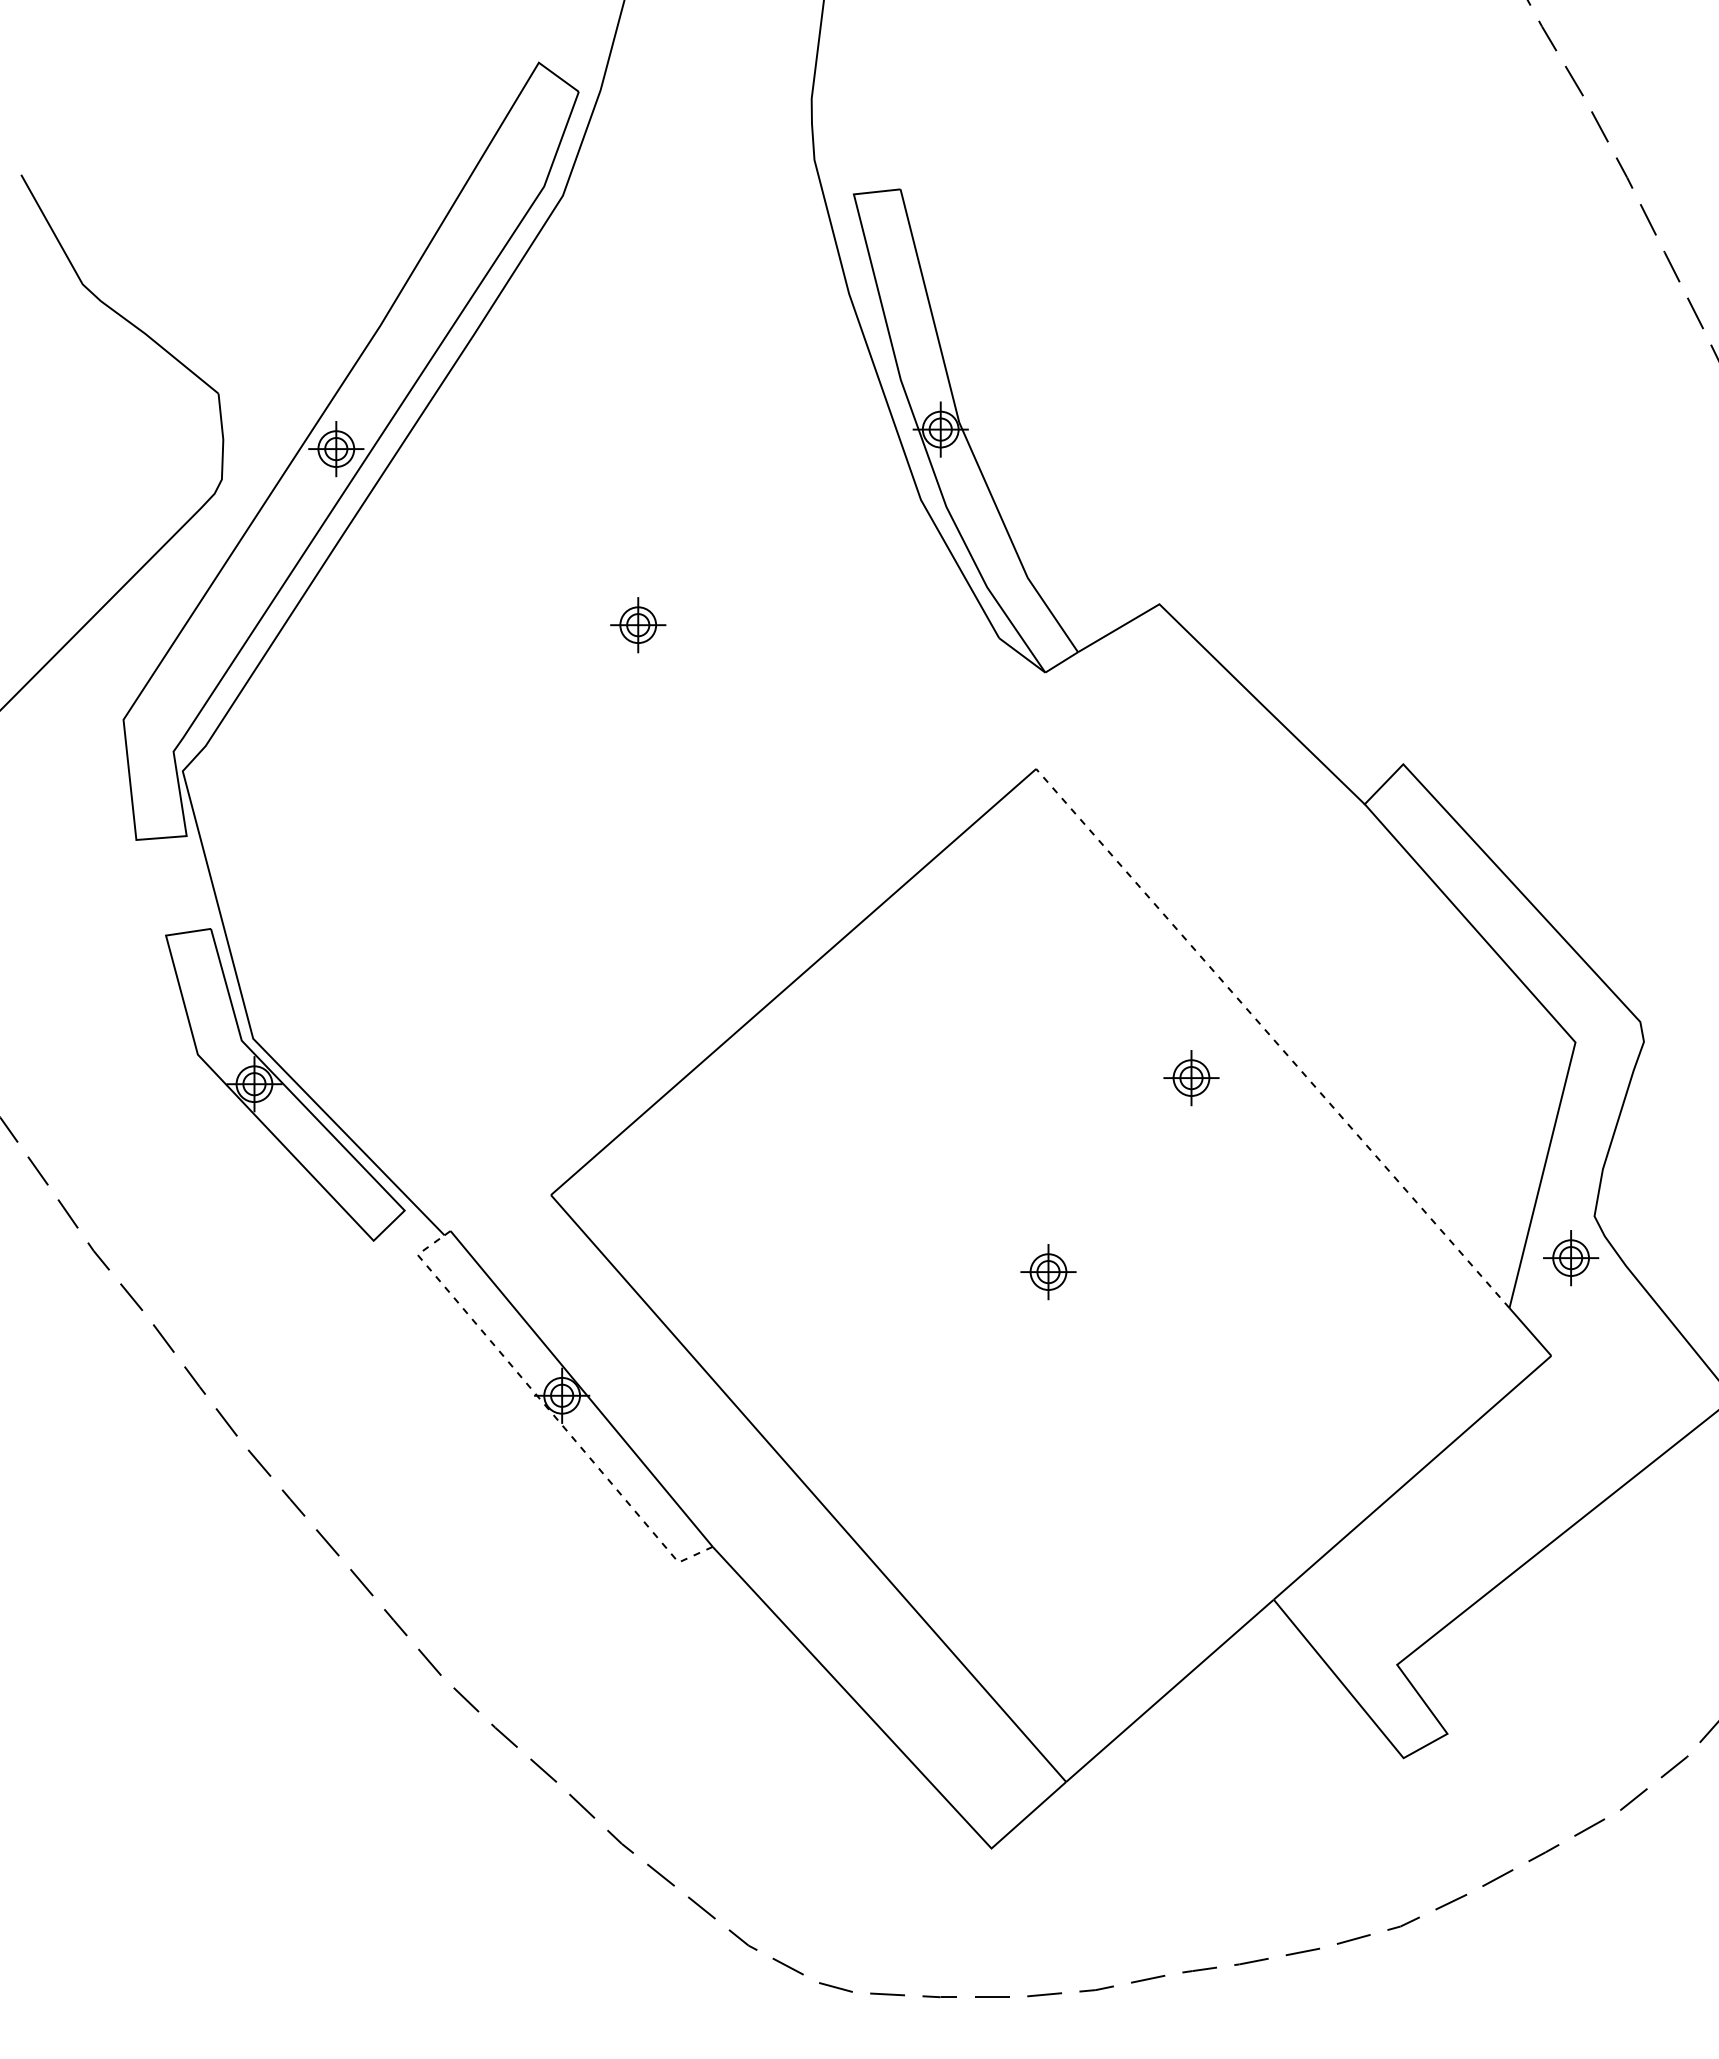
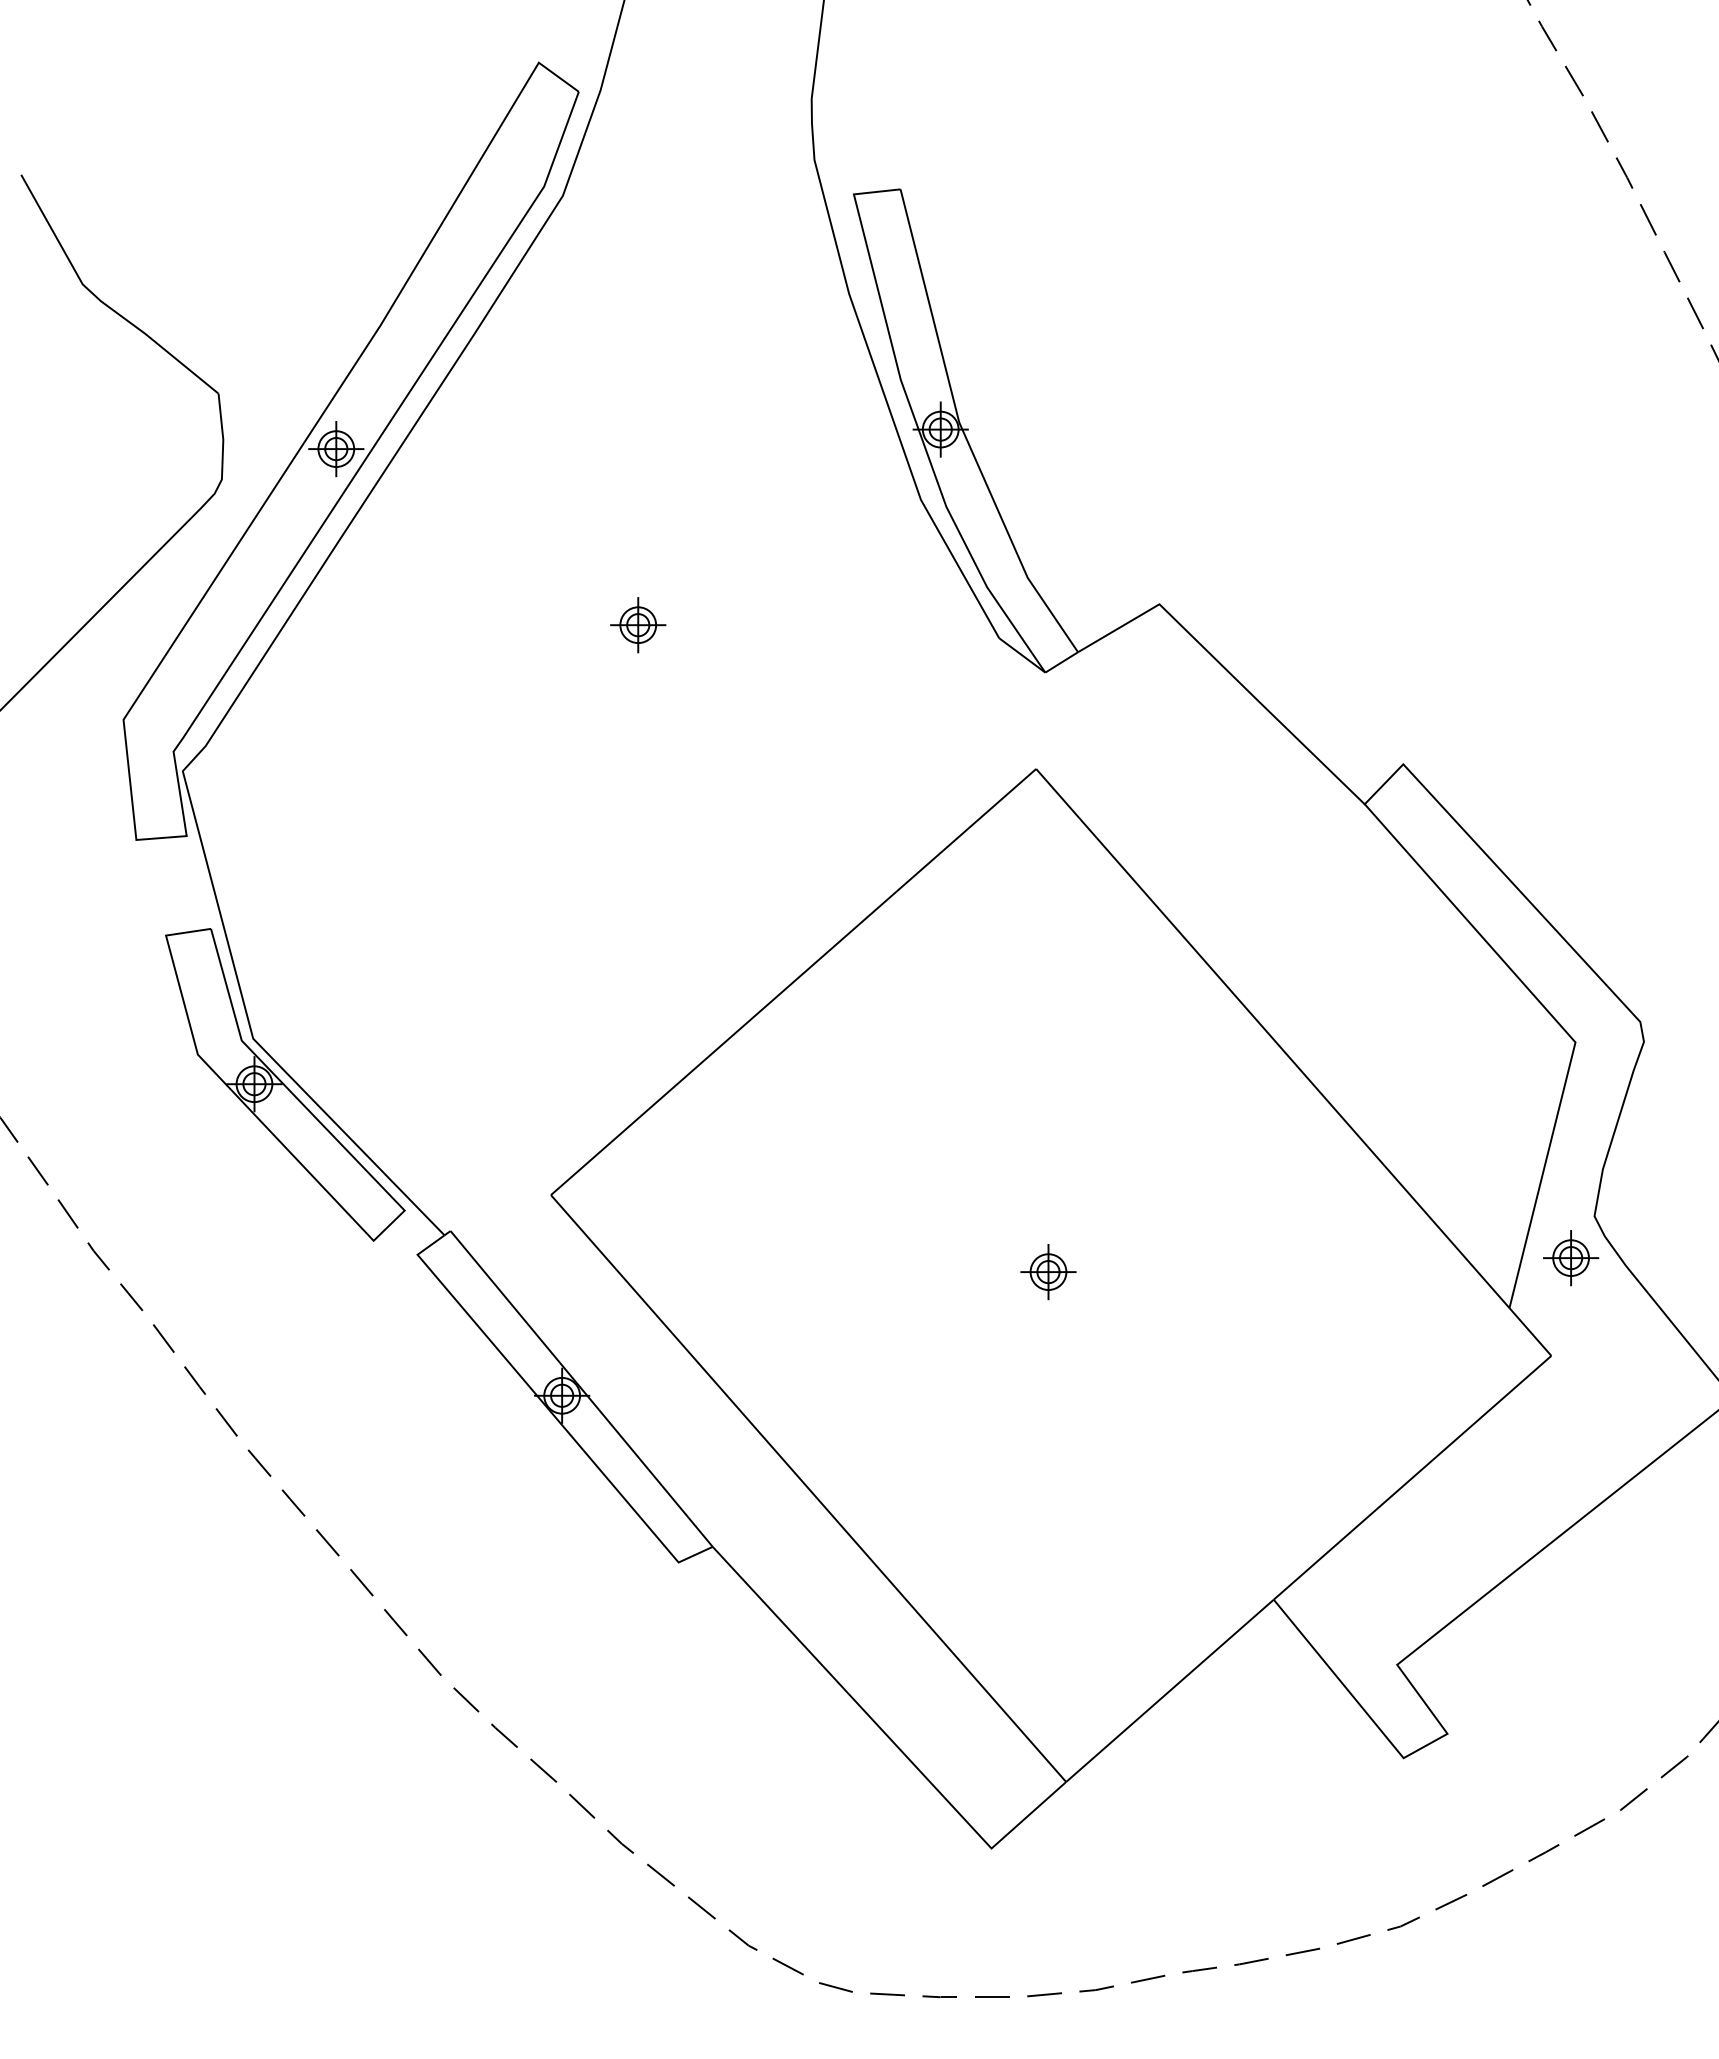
line at (1272, 1038): dashed -> solid
part at (1191, 1078): present -> none
line at (549, 1410): dashed -> solid
